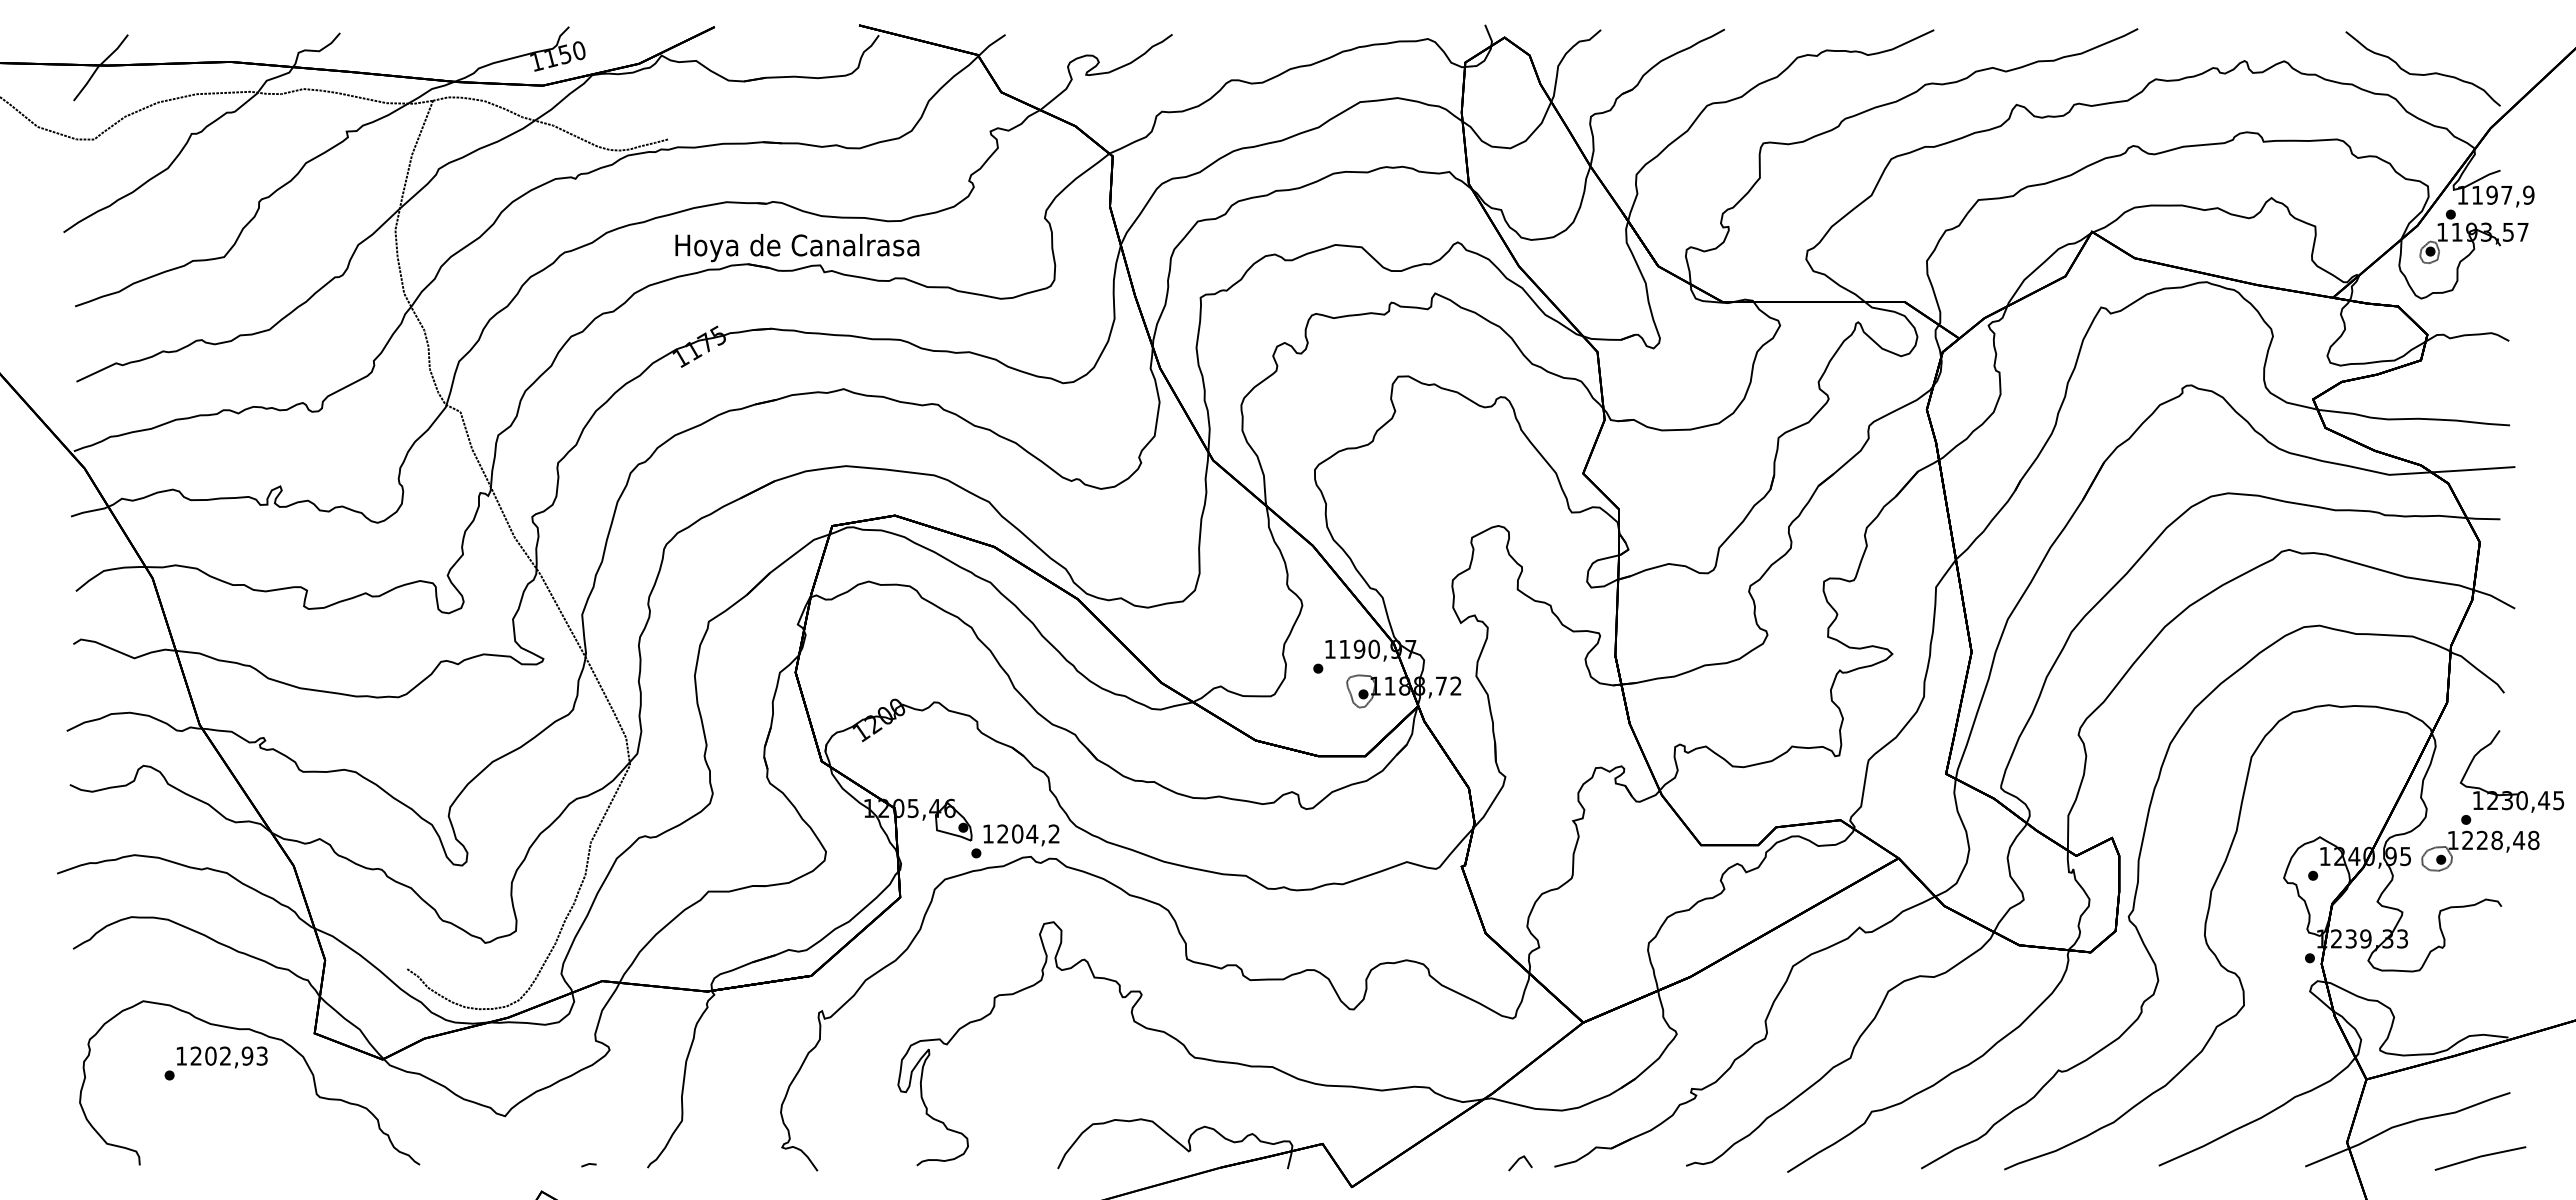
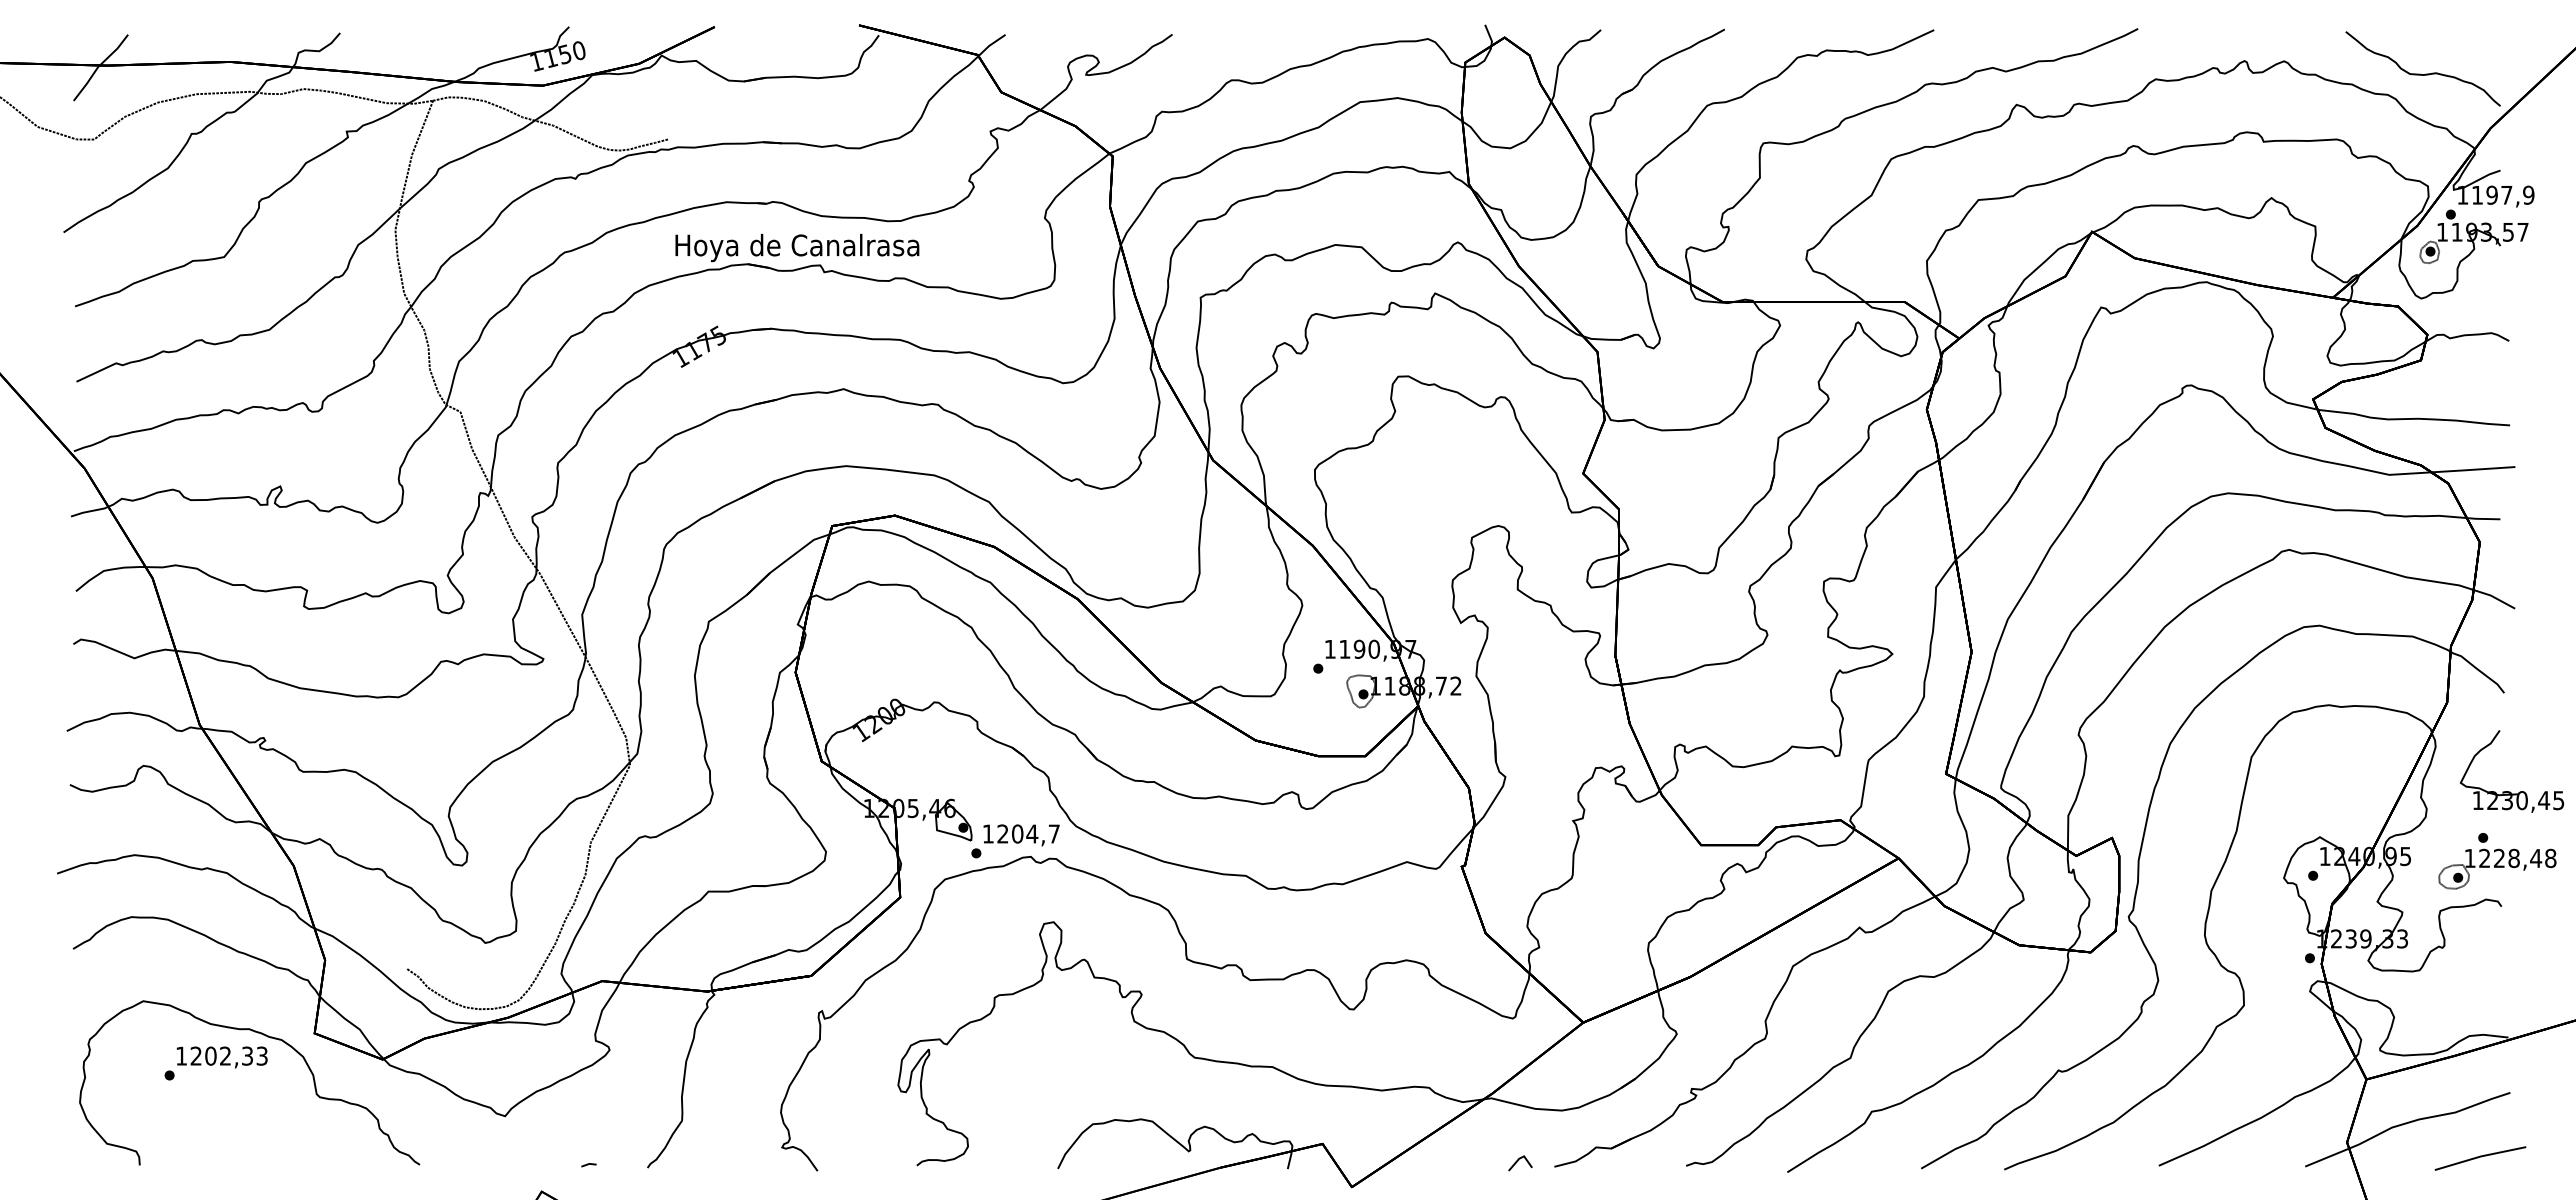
text at (1053, 833): 1204,2 -> 1204,7
part at (2480, 843) position: (2480, 843) -> (2497, 861)
text at (247, 1055): 1202,93 -> 1202,33
